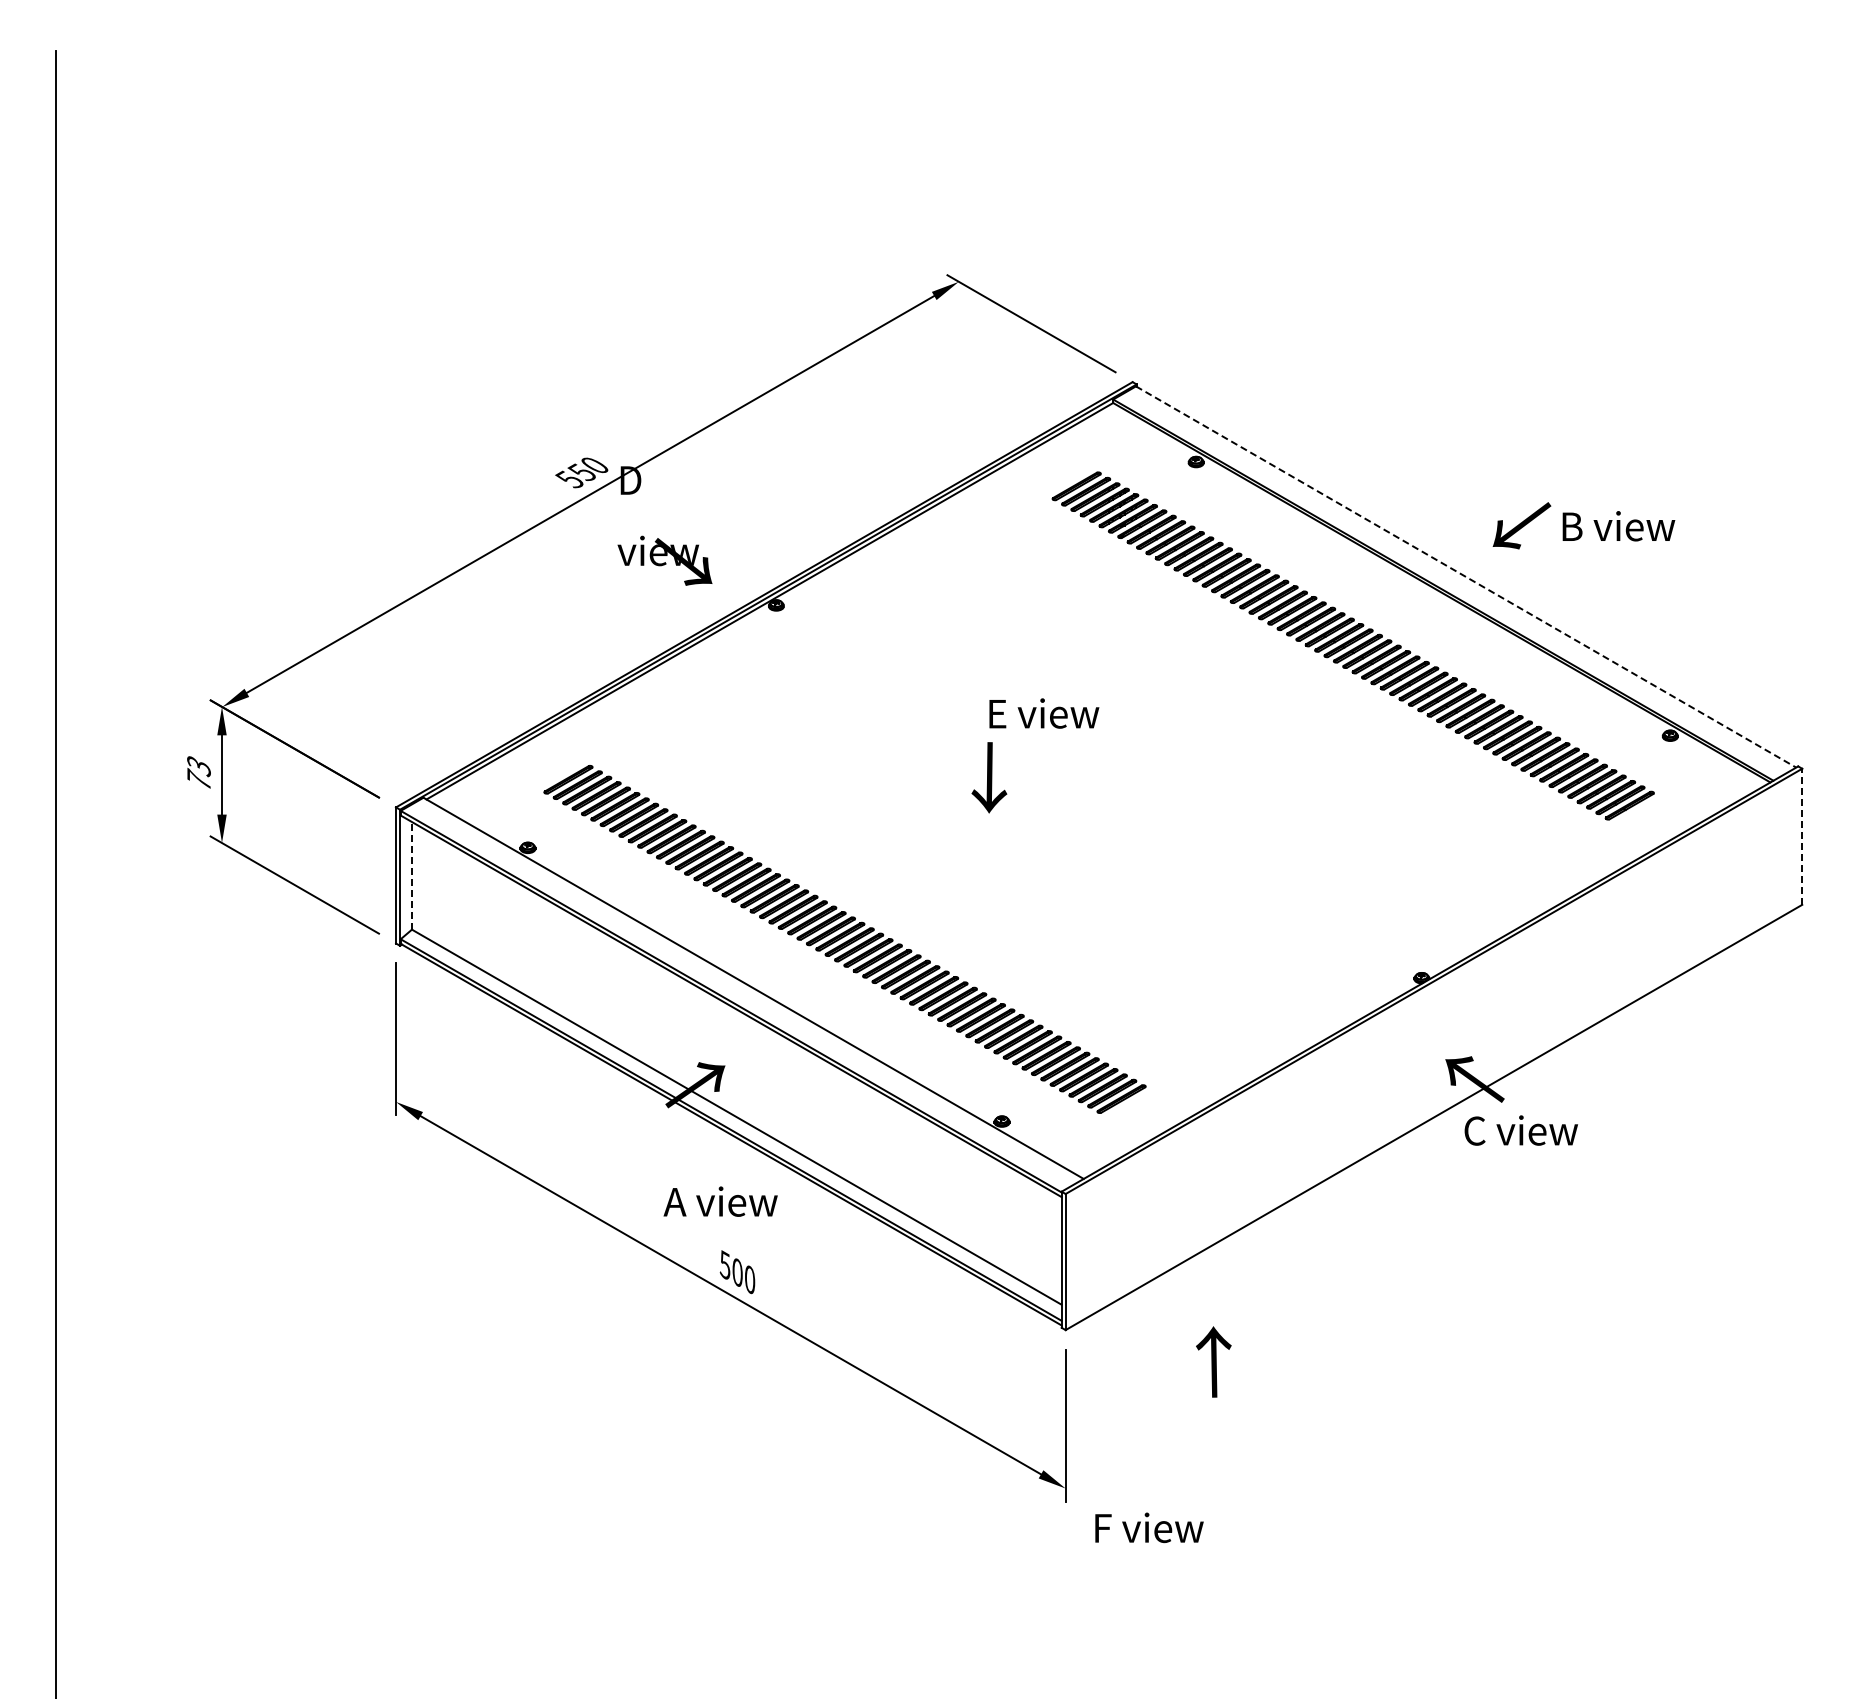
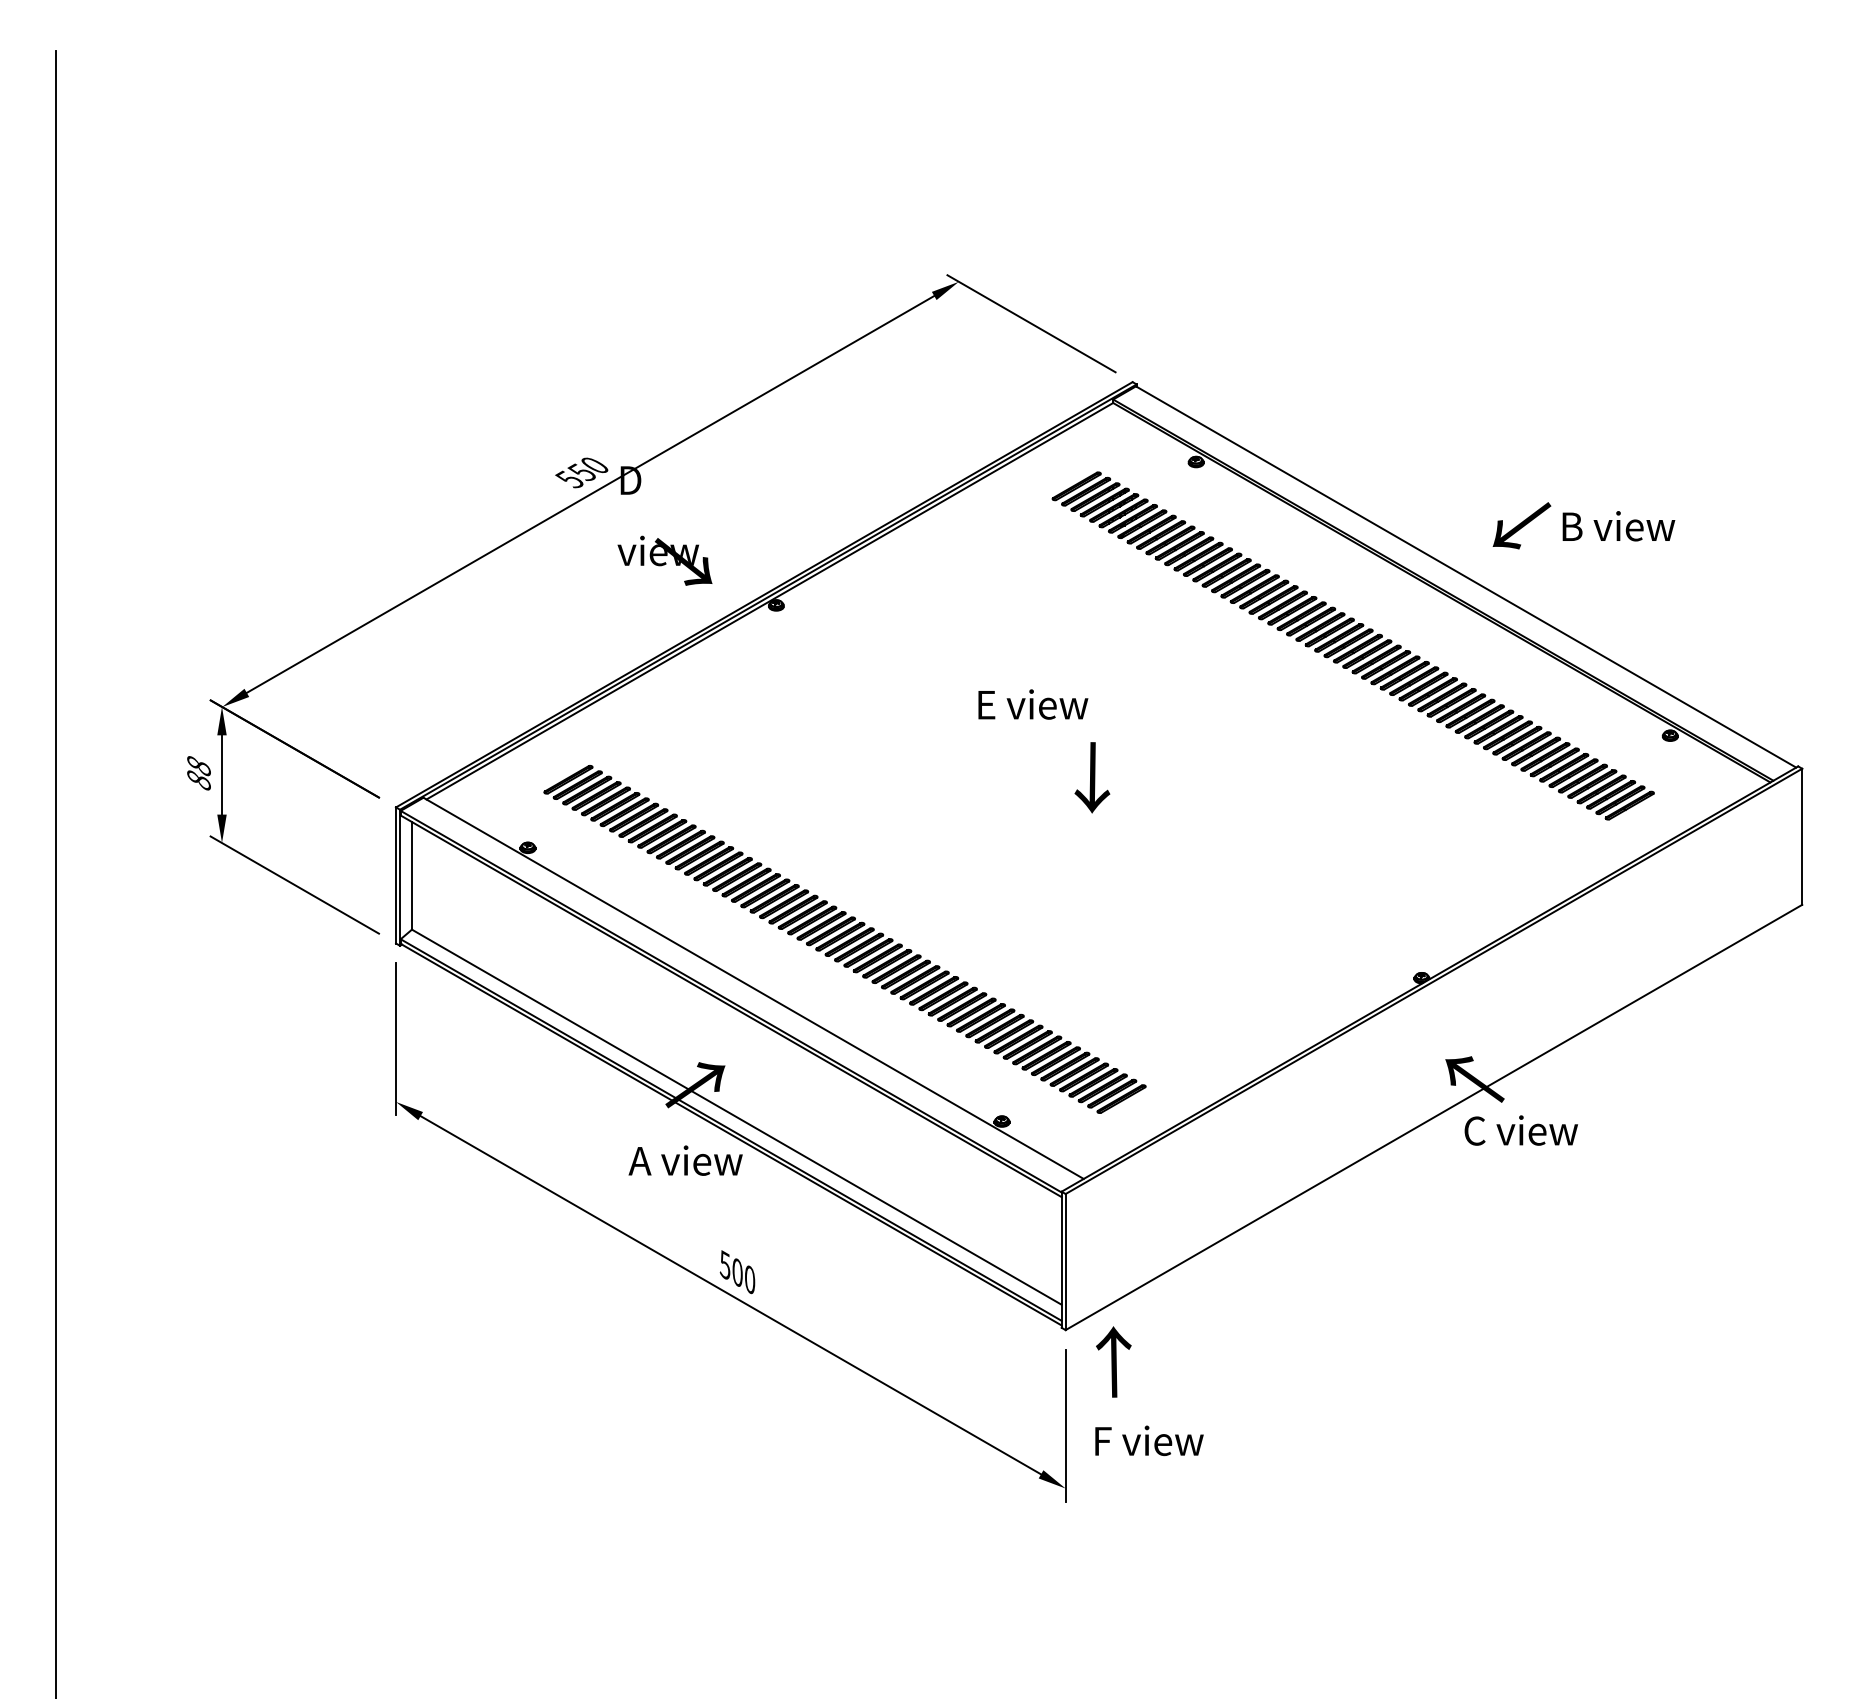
line at (1466, 577): dashed -> solid
text at (1044, 713) position: (1044, 713) -> (1033, 704)
text at (198, 773): 73 -> 88
text at (989, 777) position: (989, 777) -> (1092, 777)
line at (1802, 836): dashed -> solid
line at (412, 875): dashed -> solid
text at (720, 1201) position: (720, 1201) -> (685, 1160)
text at (1213, 1361) position: (1213, 1361) -> (1113, 1361)
text at (1149, 1527) position: (1149, 1527) -> (1149, 1440)
